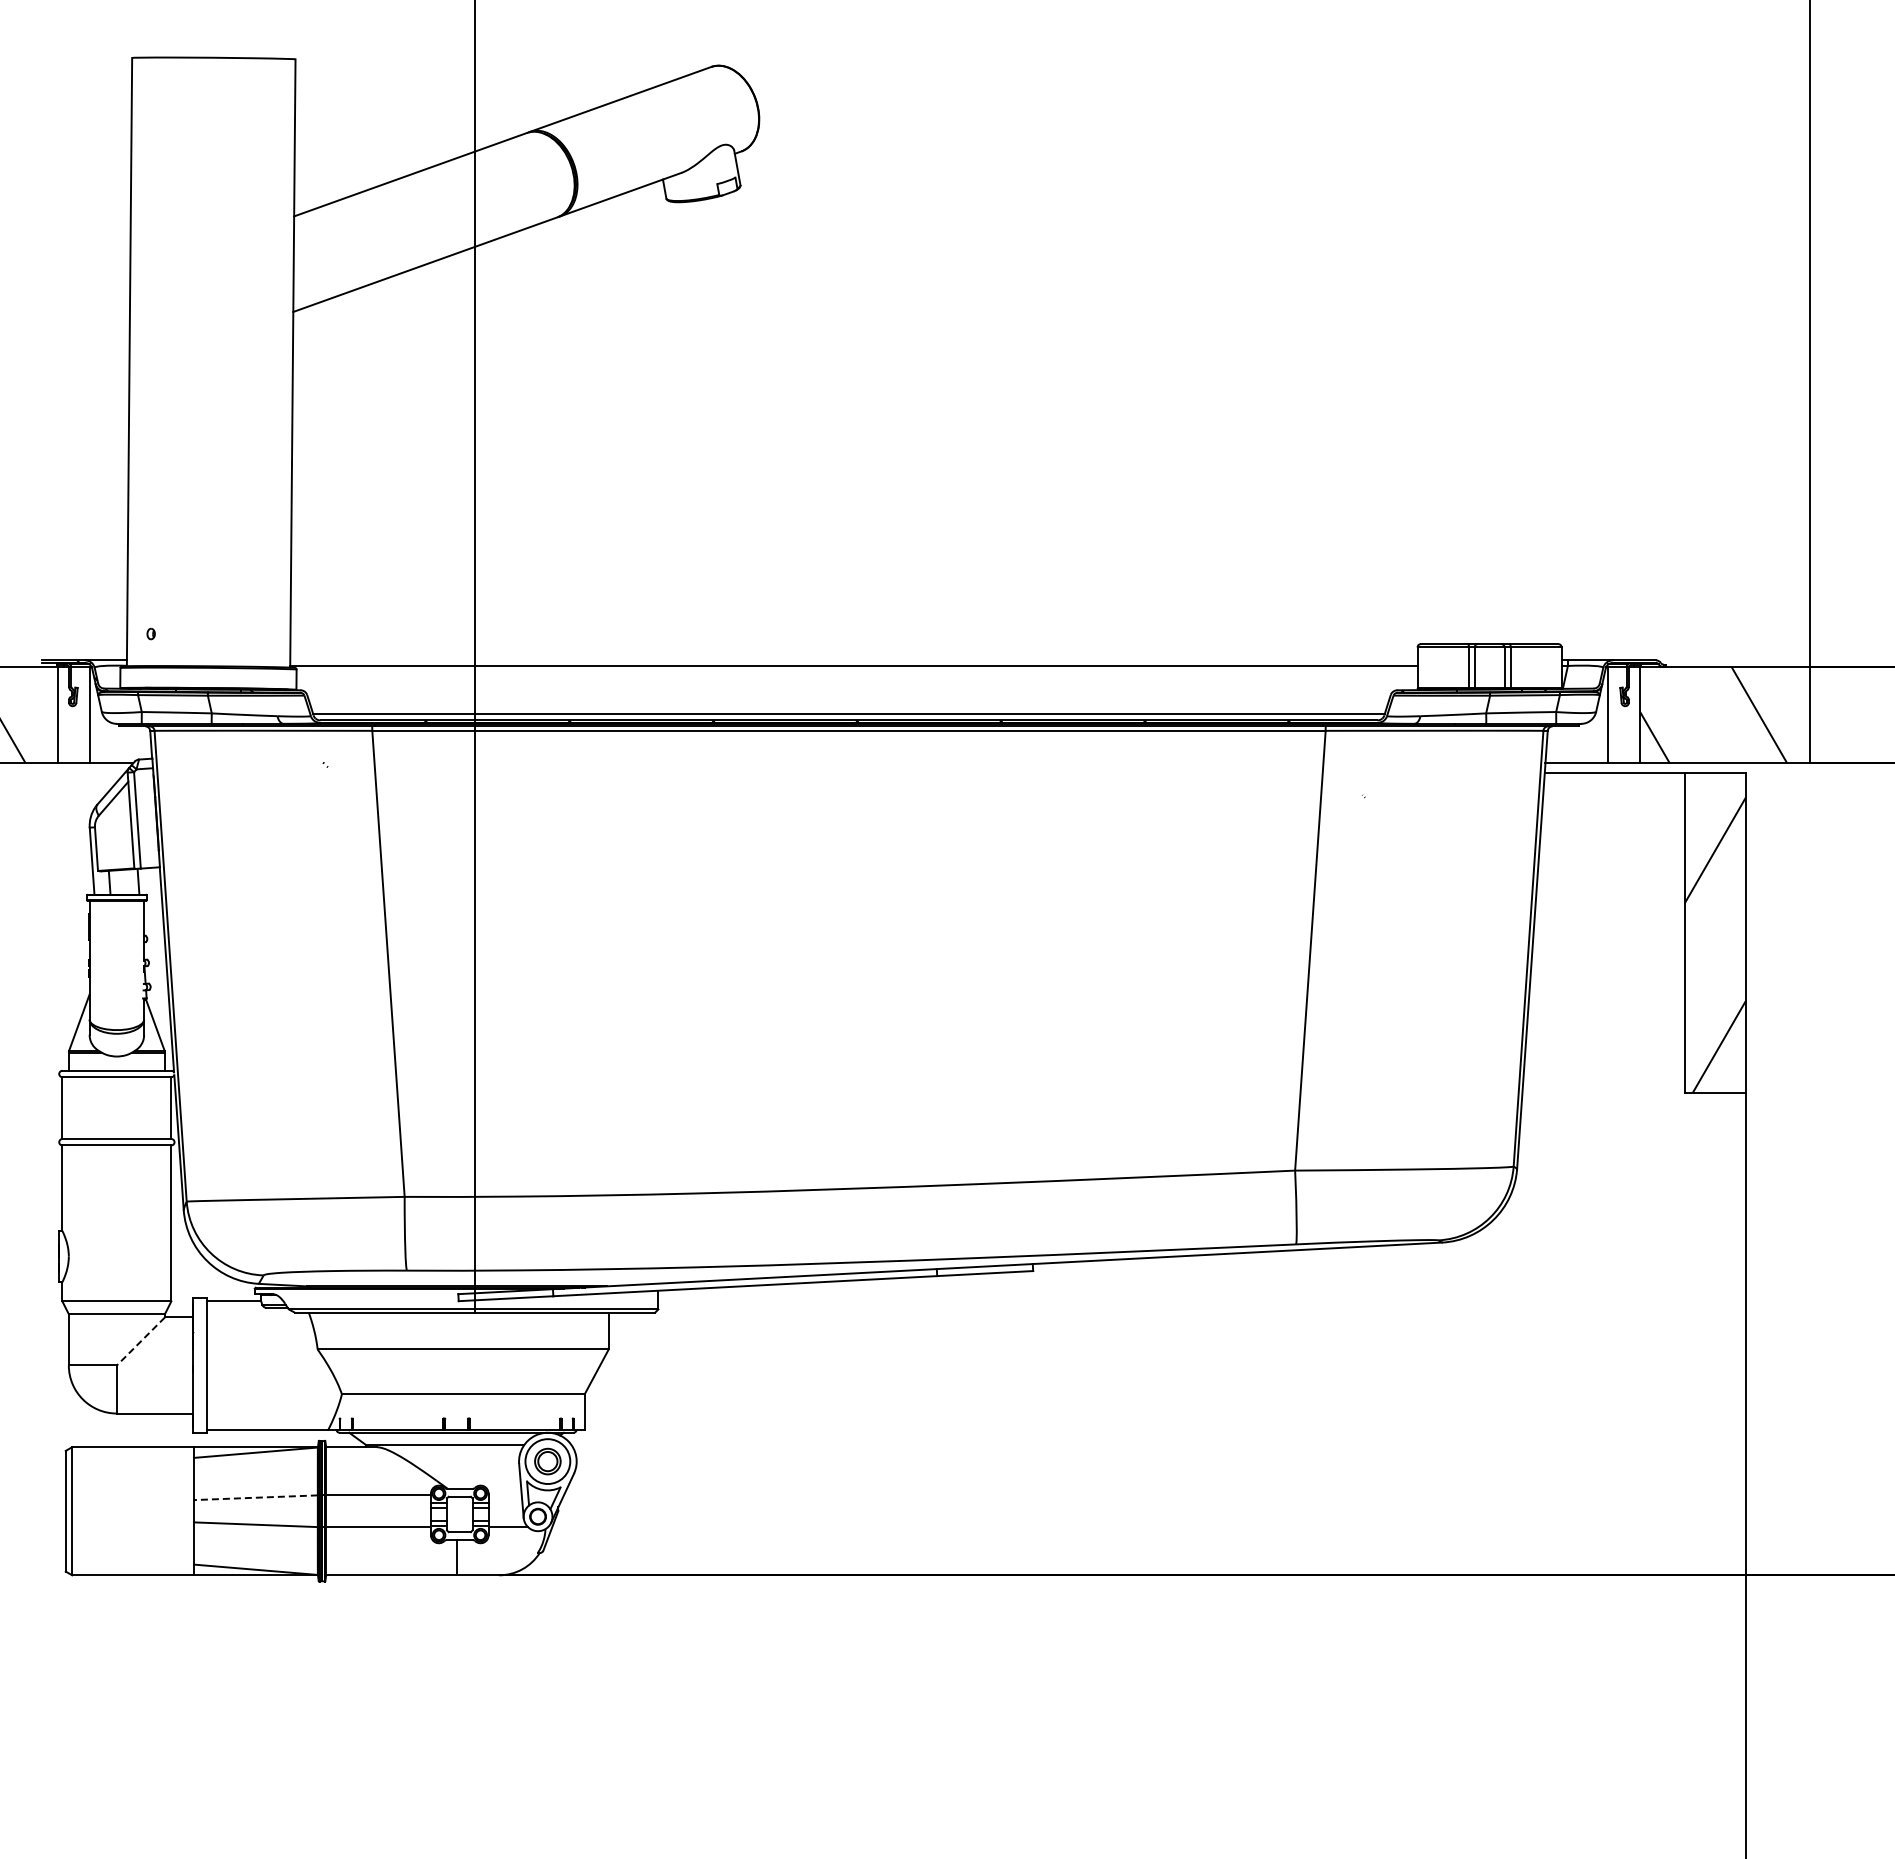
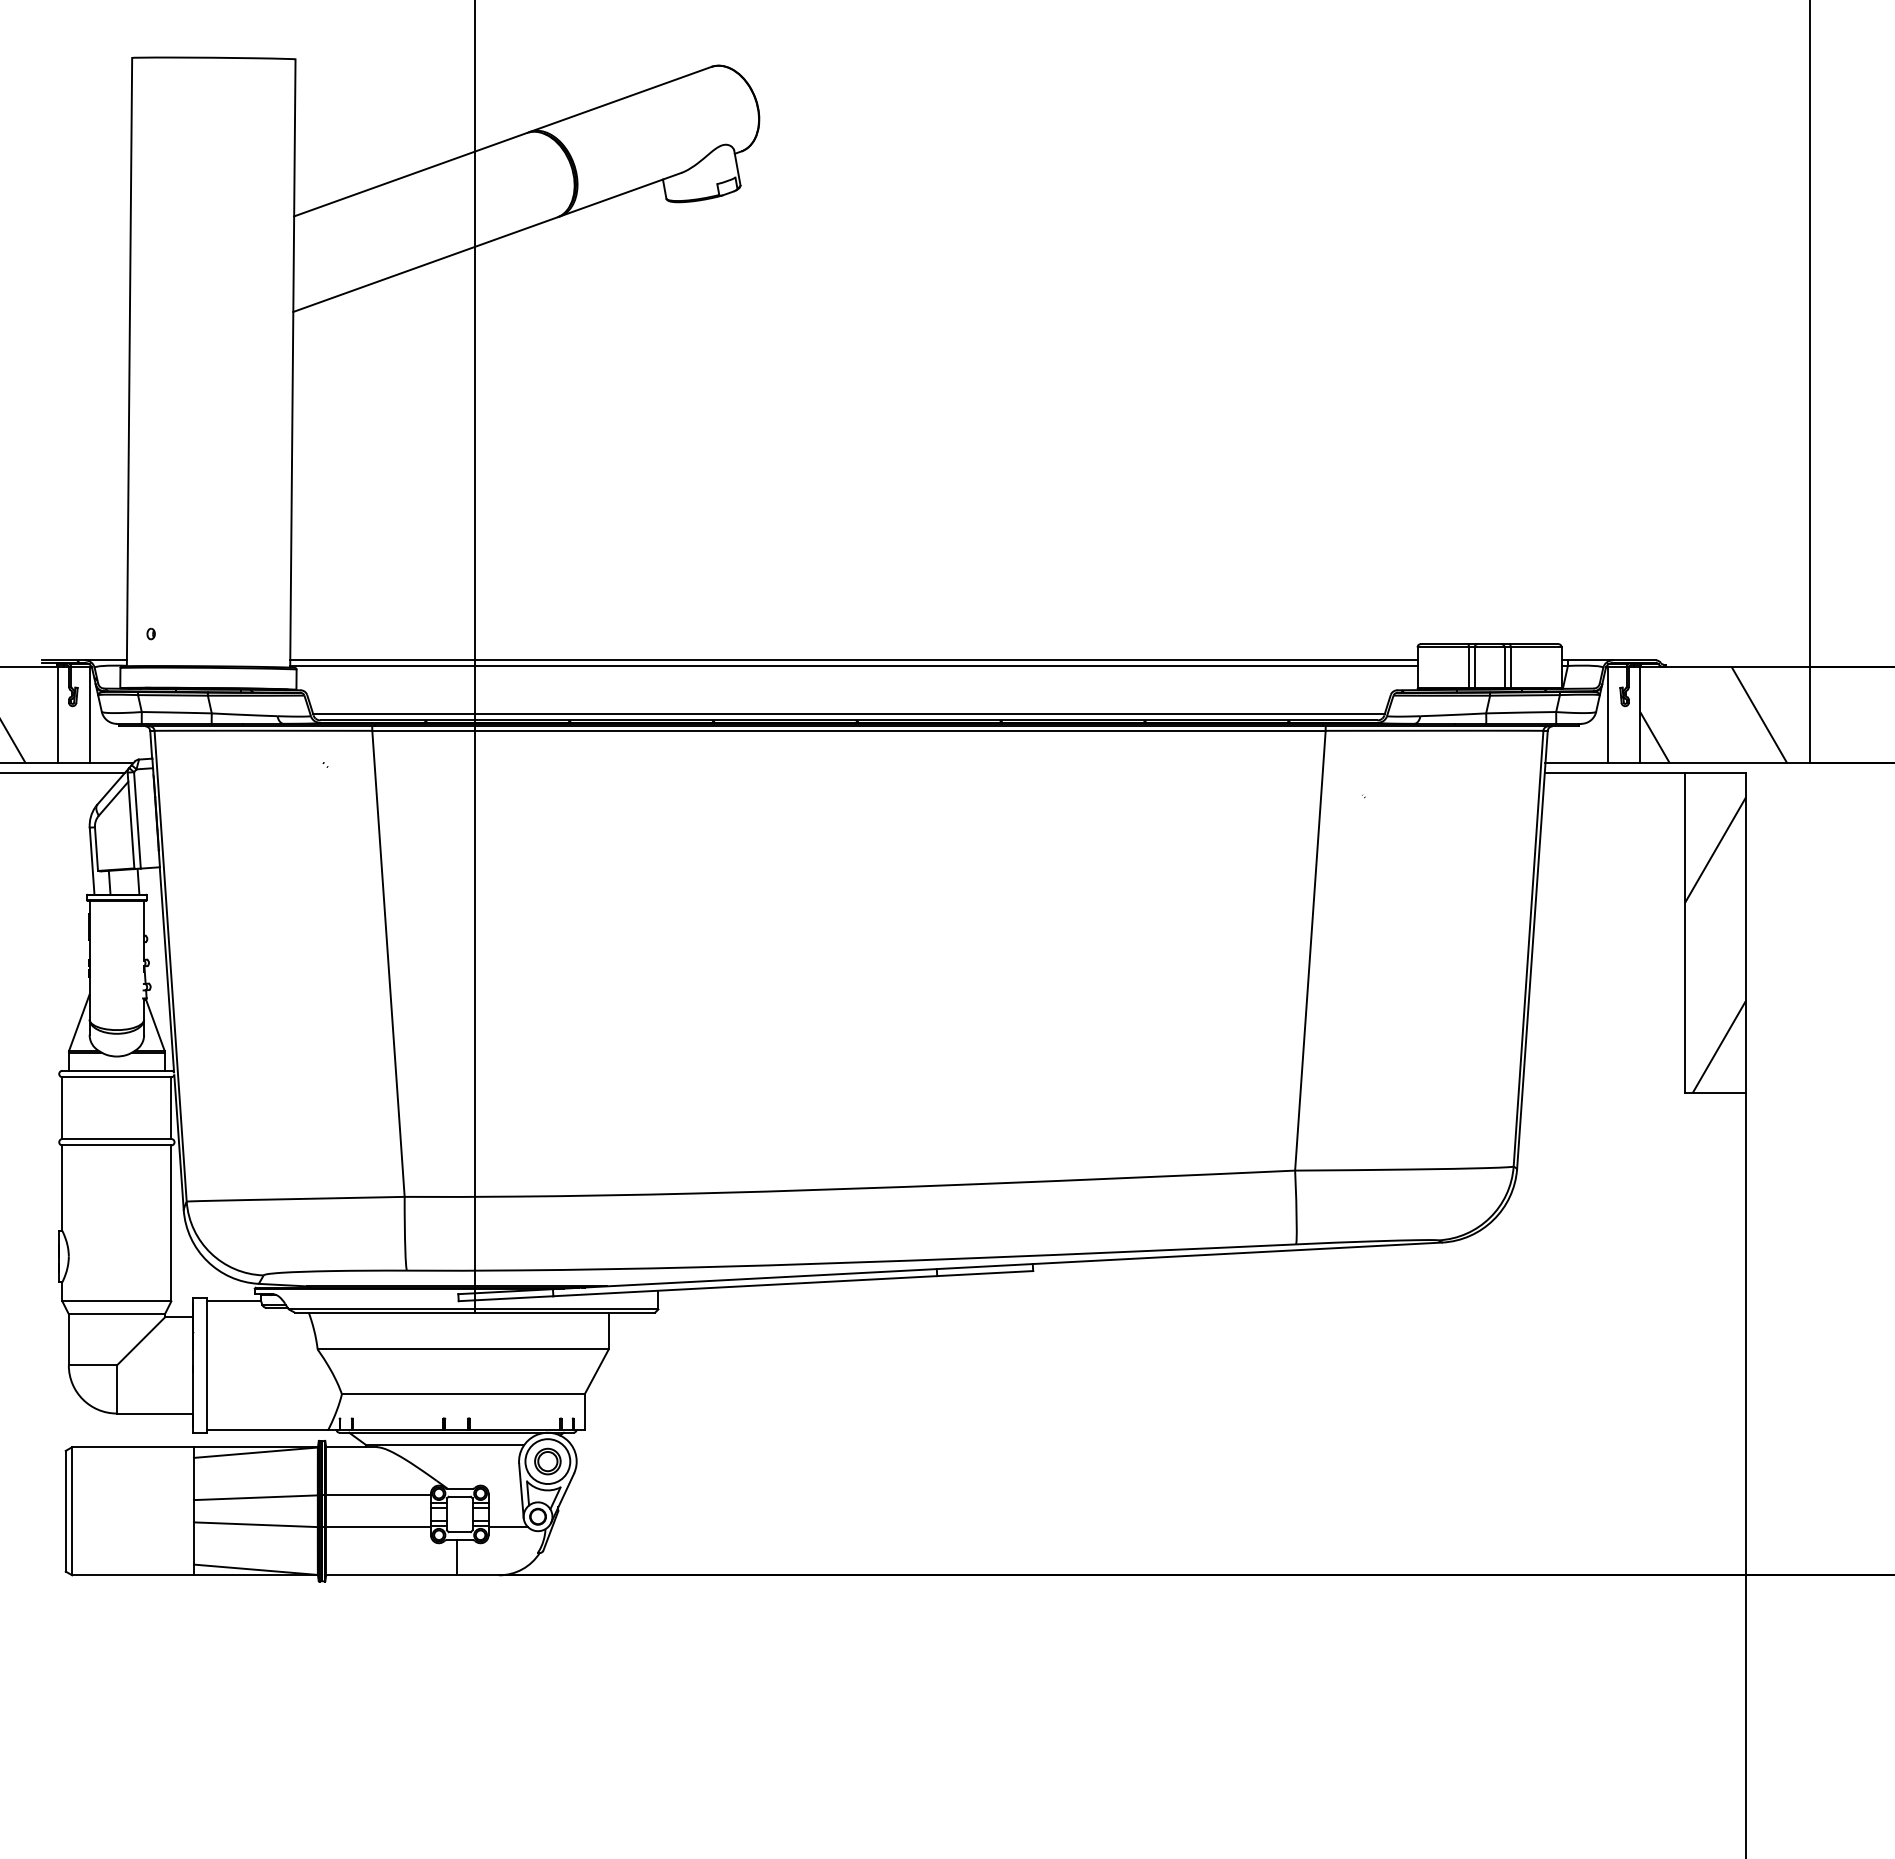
line at (853, 660): none -> present
line at (63, 772): none -> present
line at (140, 1341): dashed -> solid
line at (255, 1497): dashed -> solid
